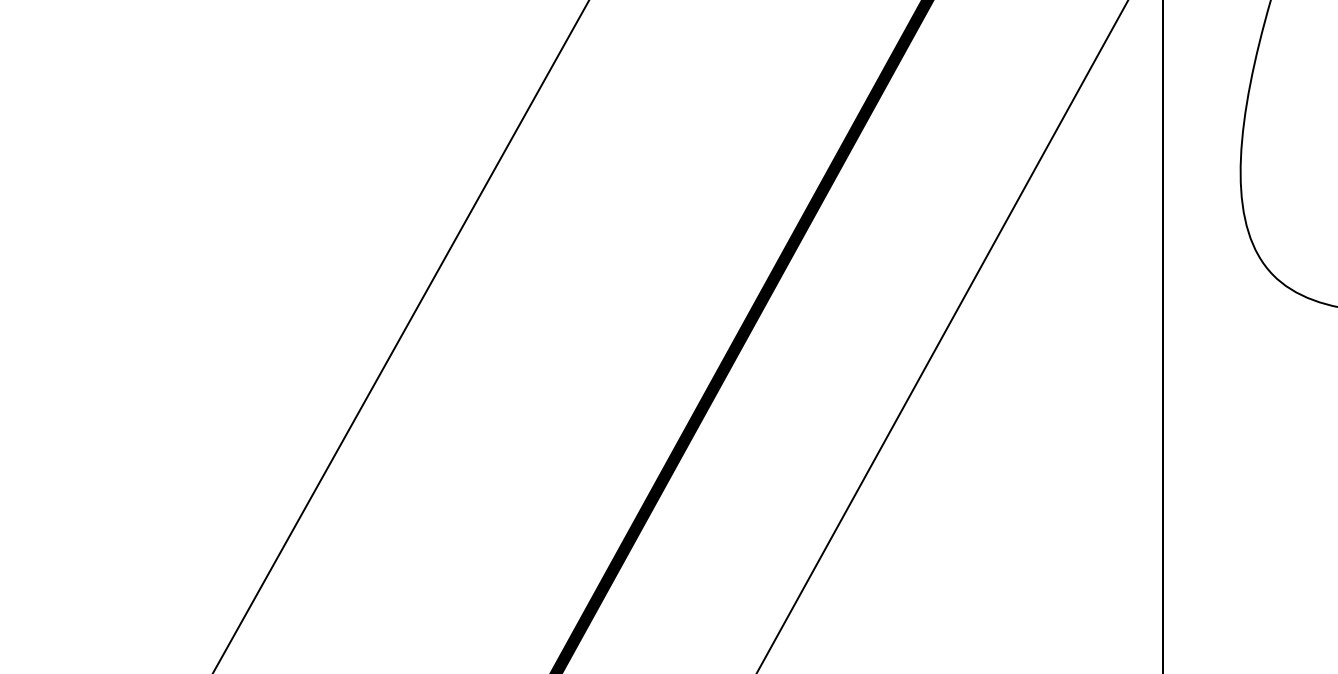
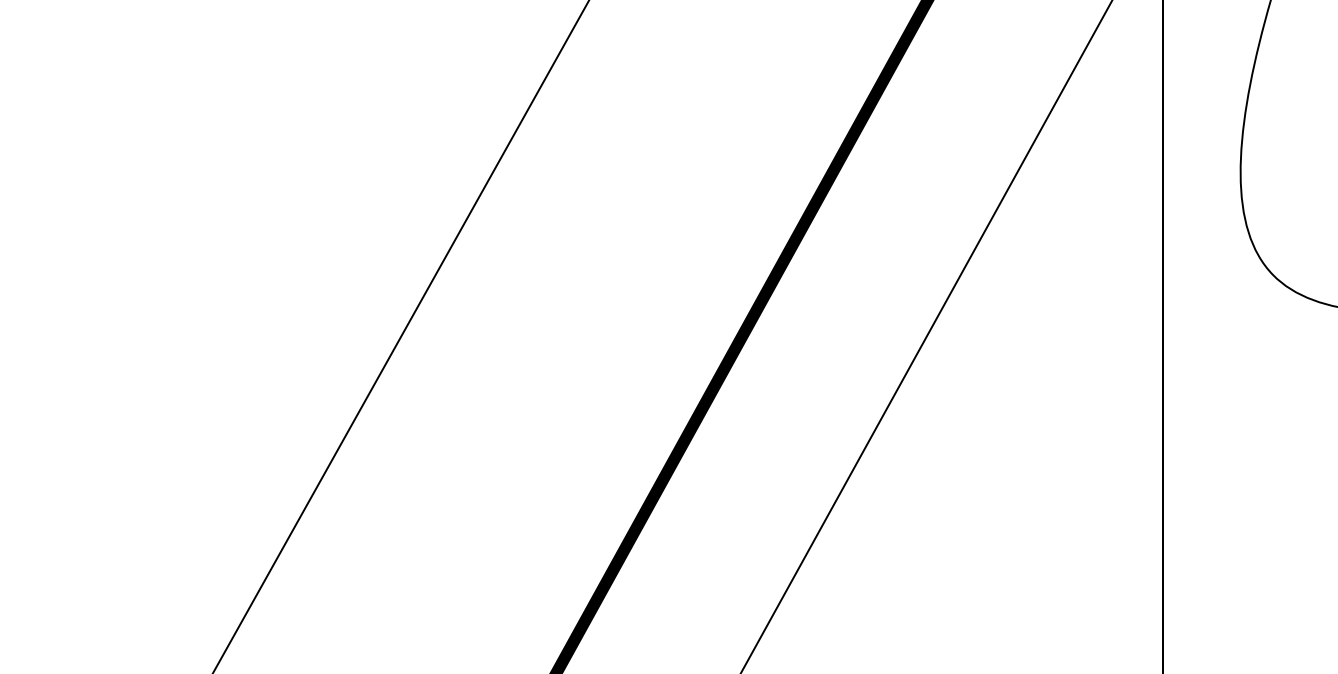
line at (942, 336) position: (942, 336) -> (926, 336)
